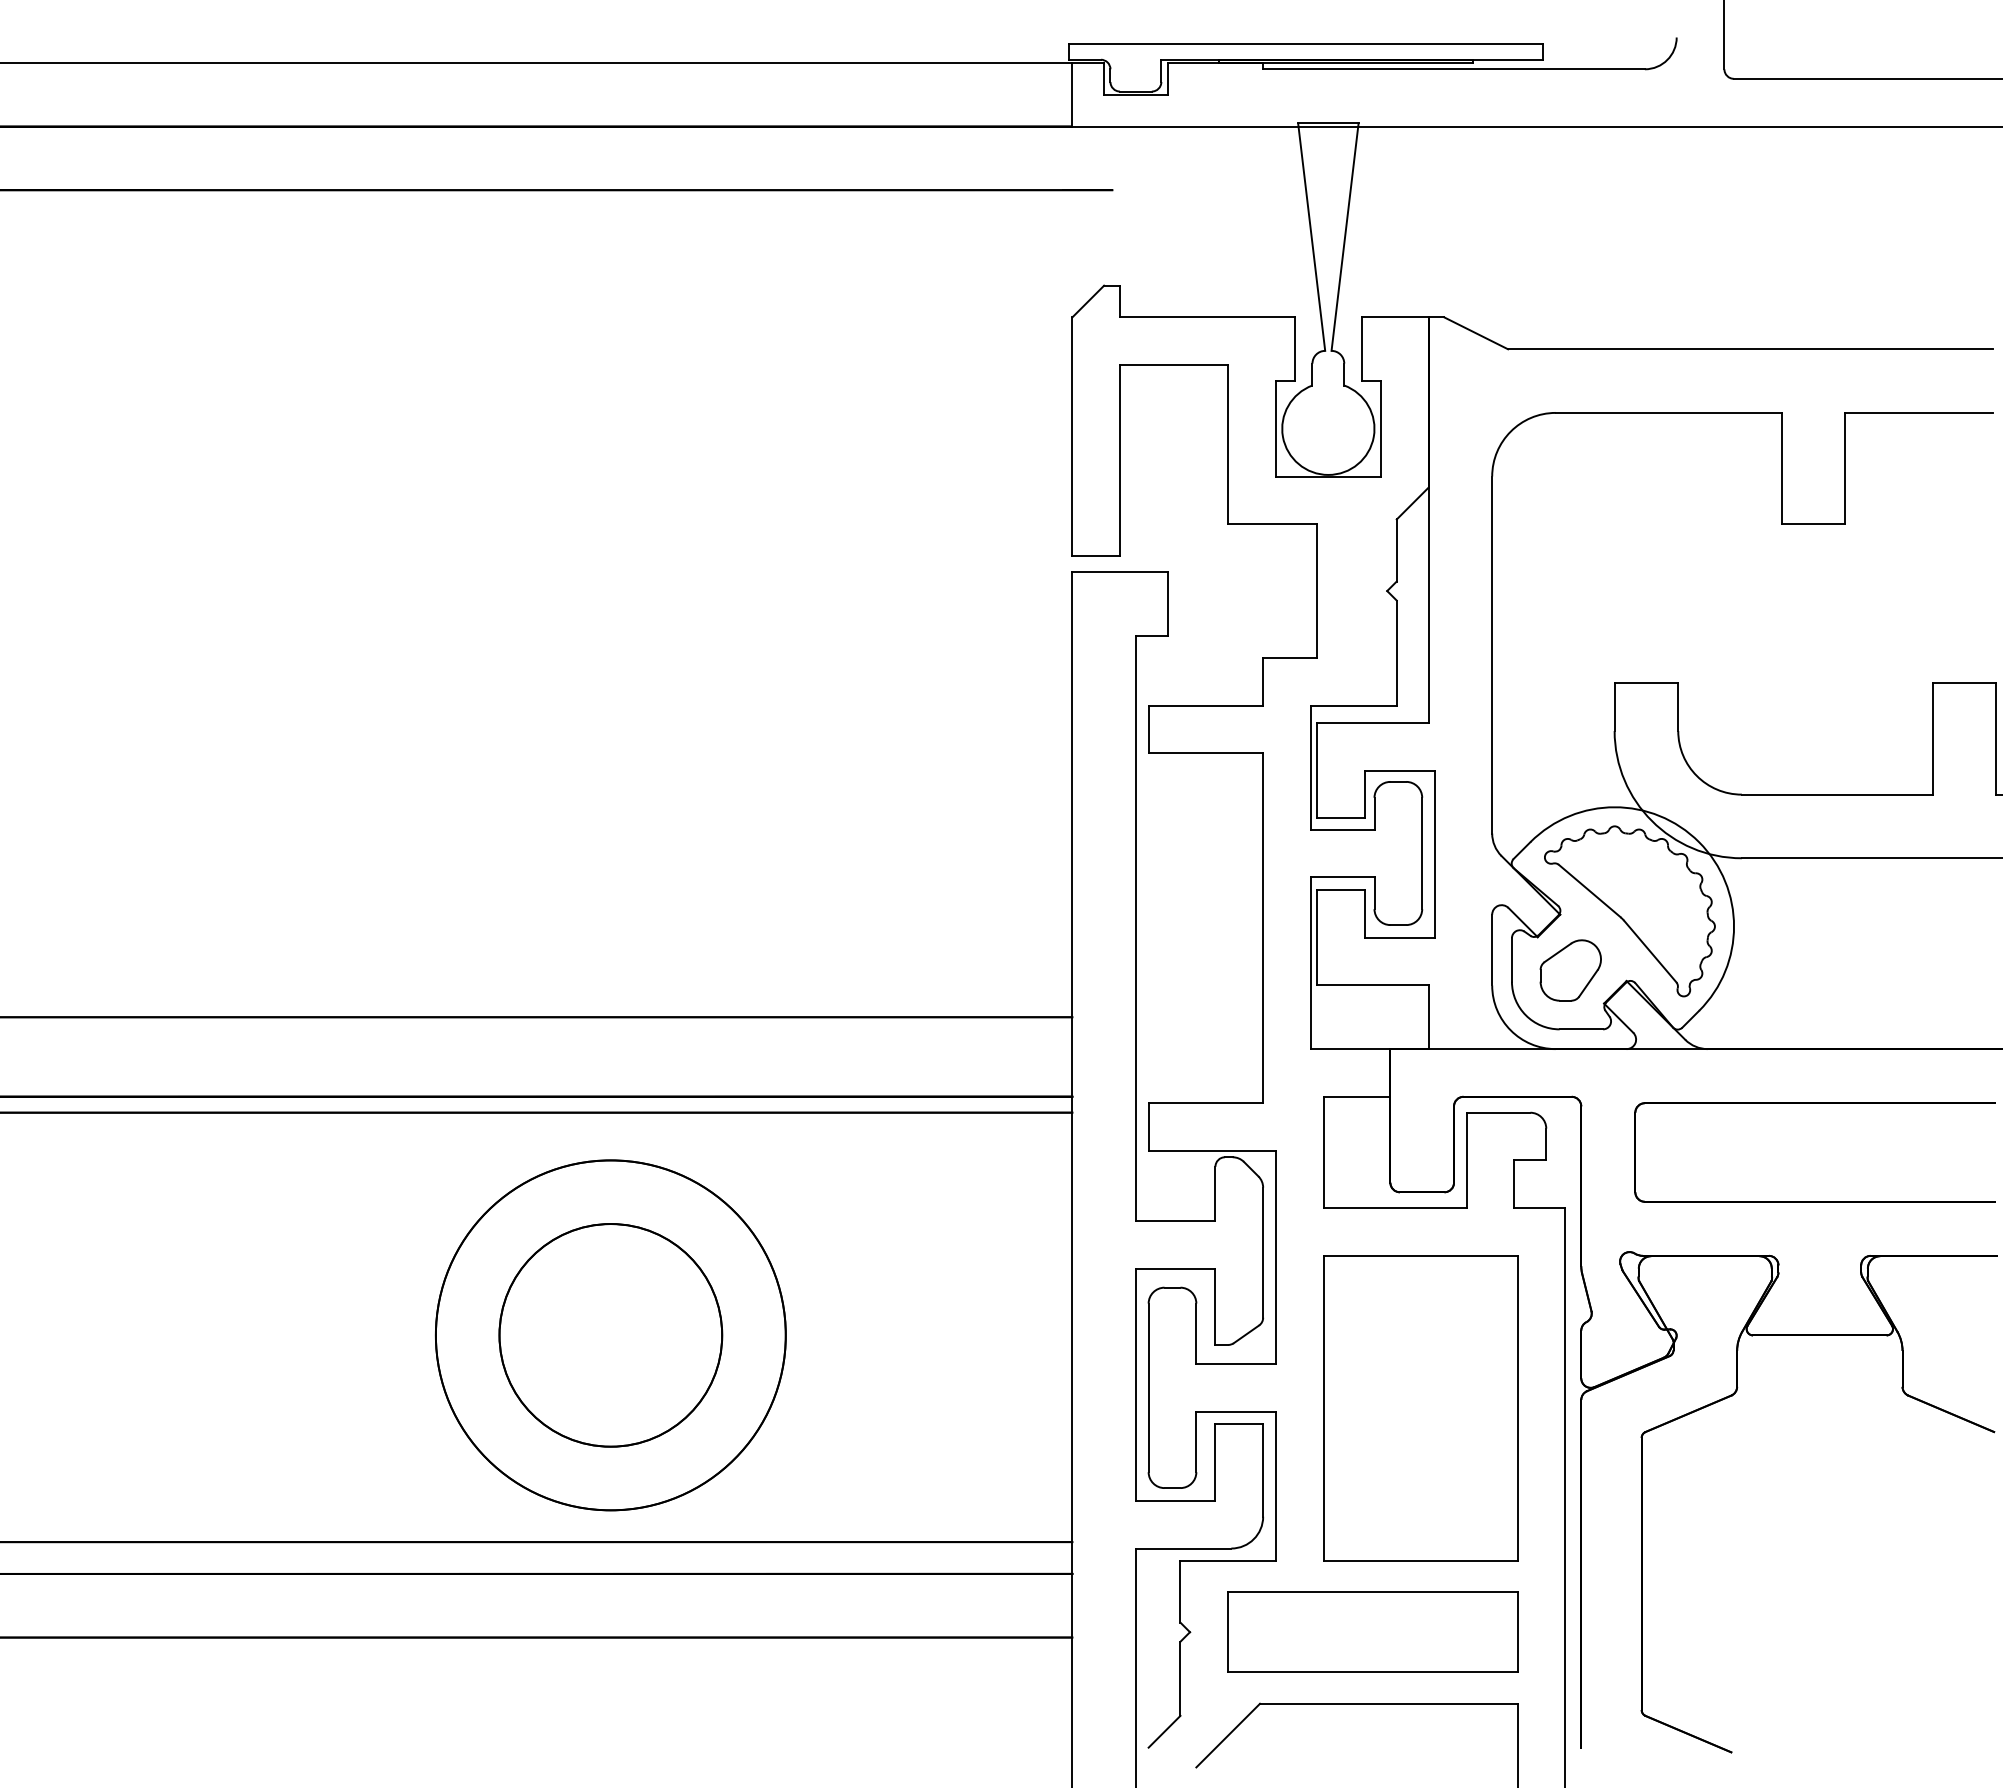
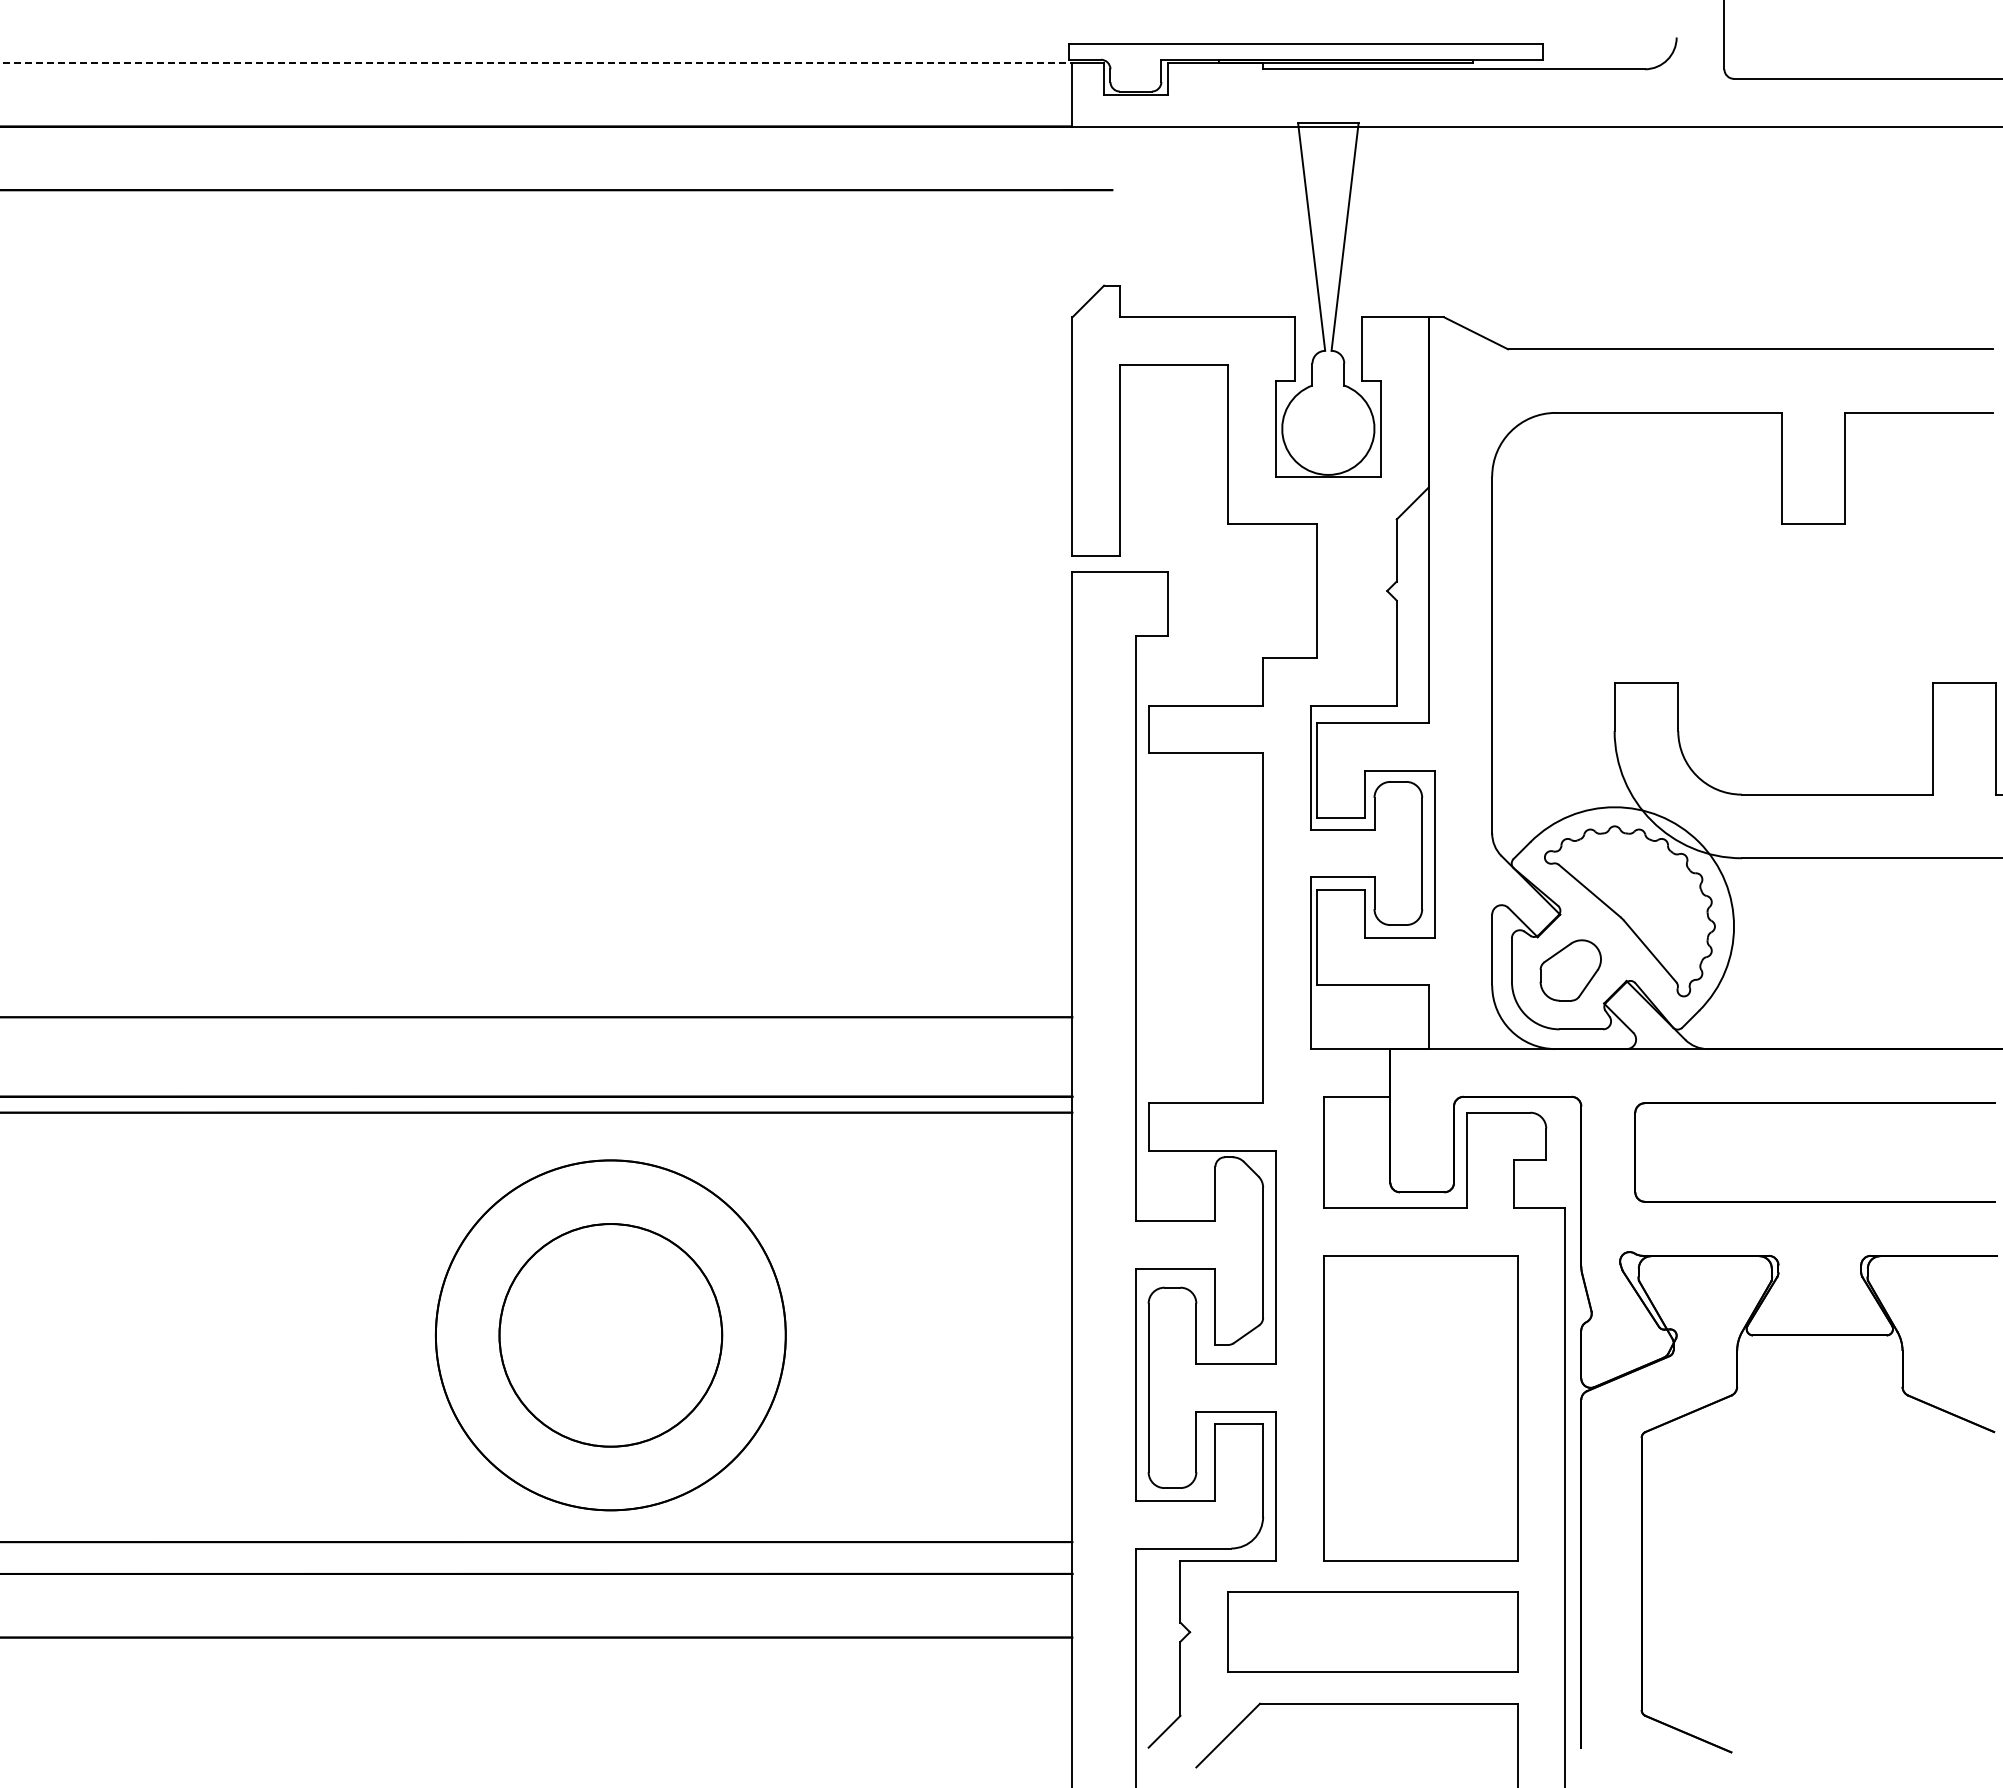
line at (536, 62): solid -> dashed
